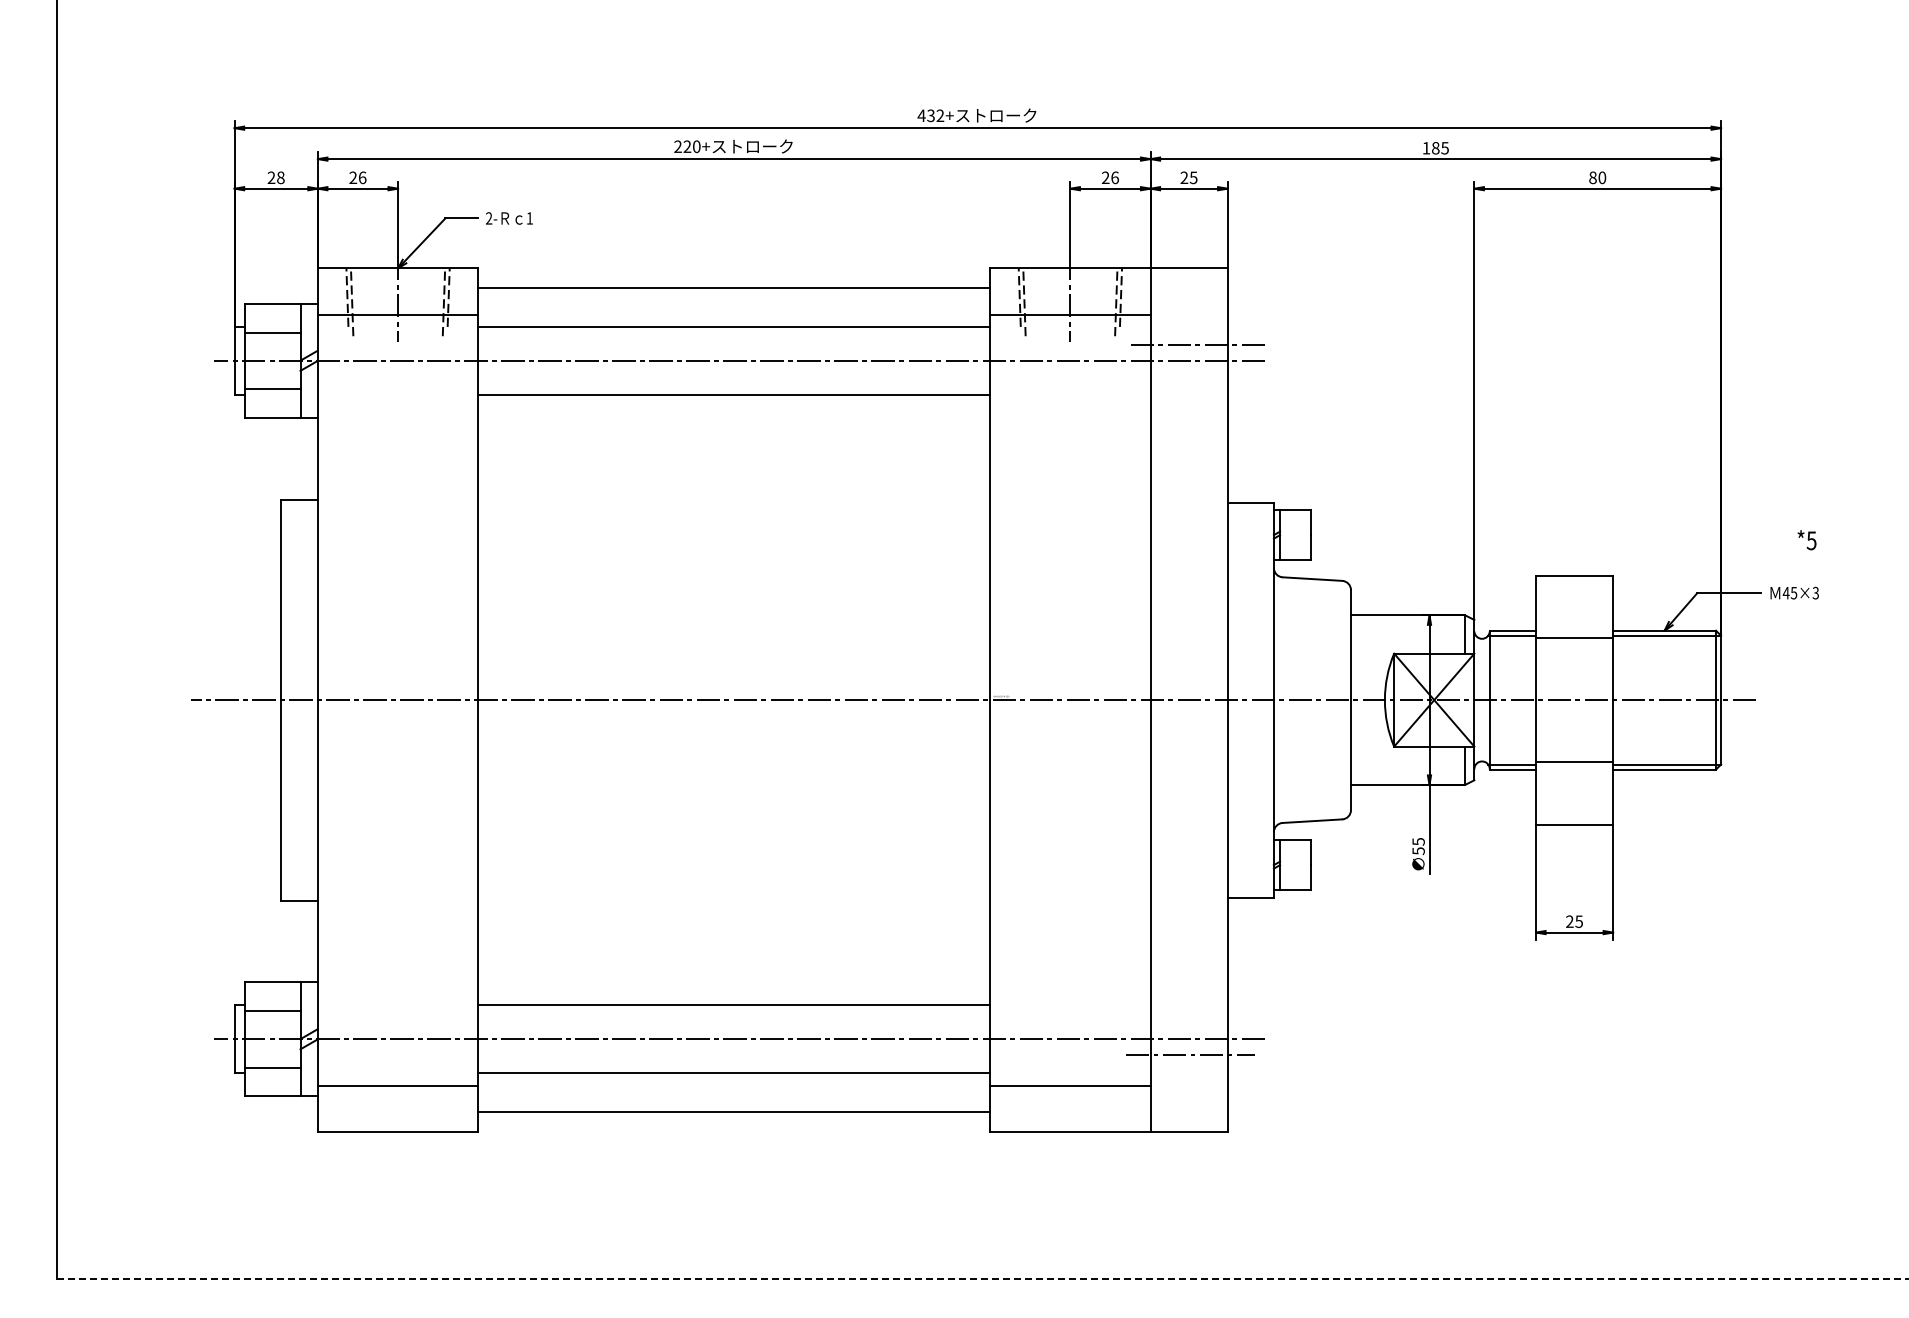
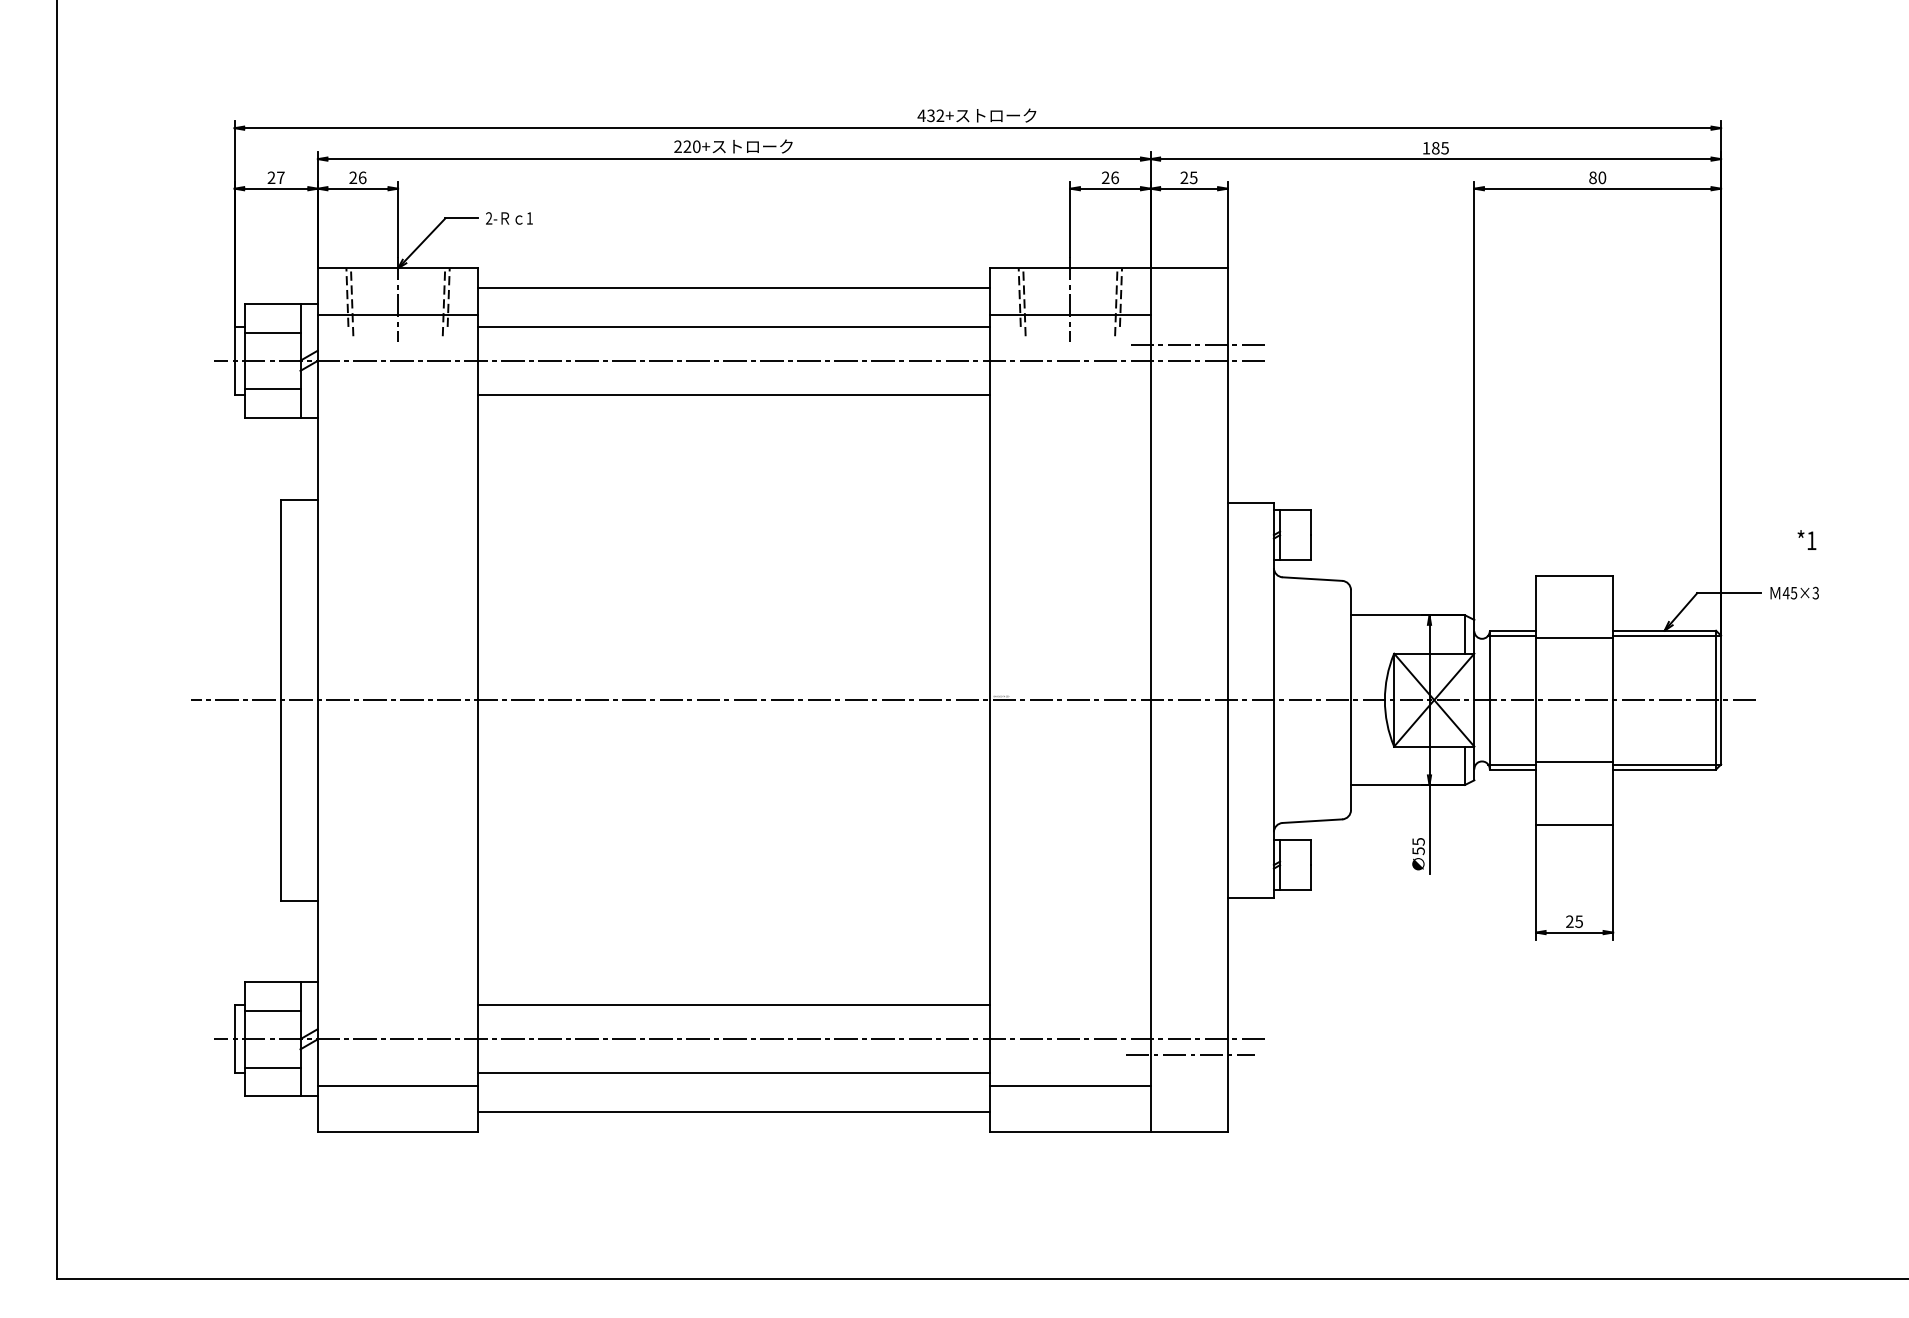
text at (280, 177): 28 -> 27
text at (1811, 540): *5 -> *1
line at (983, 1278): dashed -> solid
